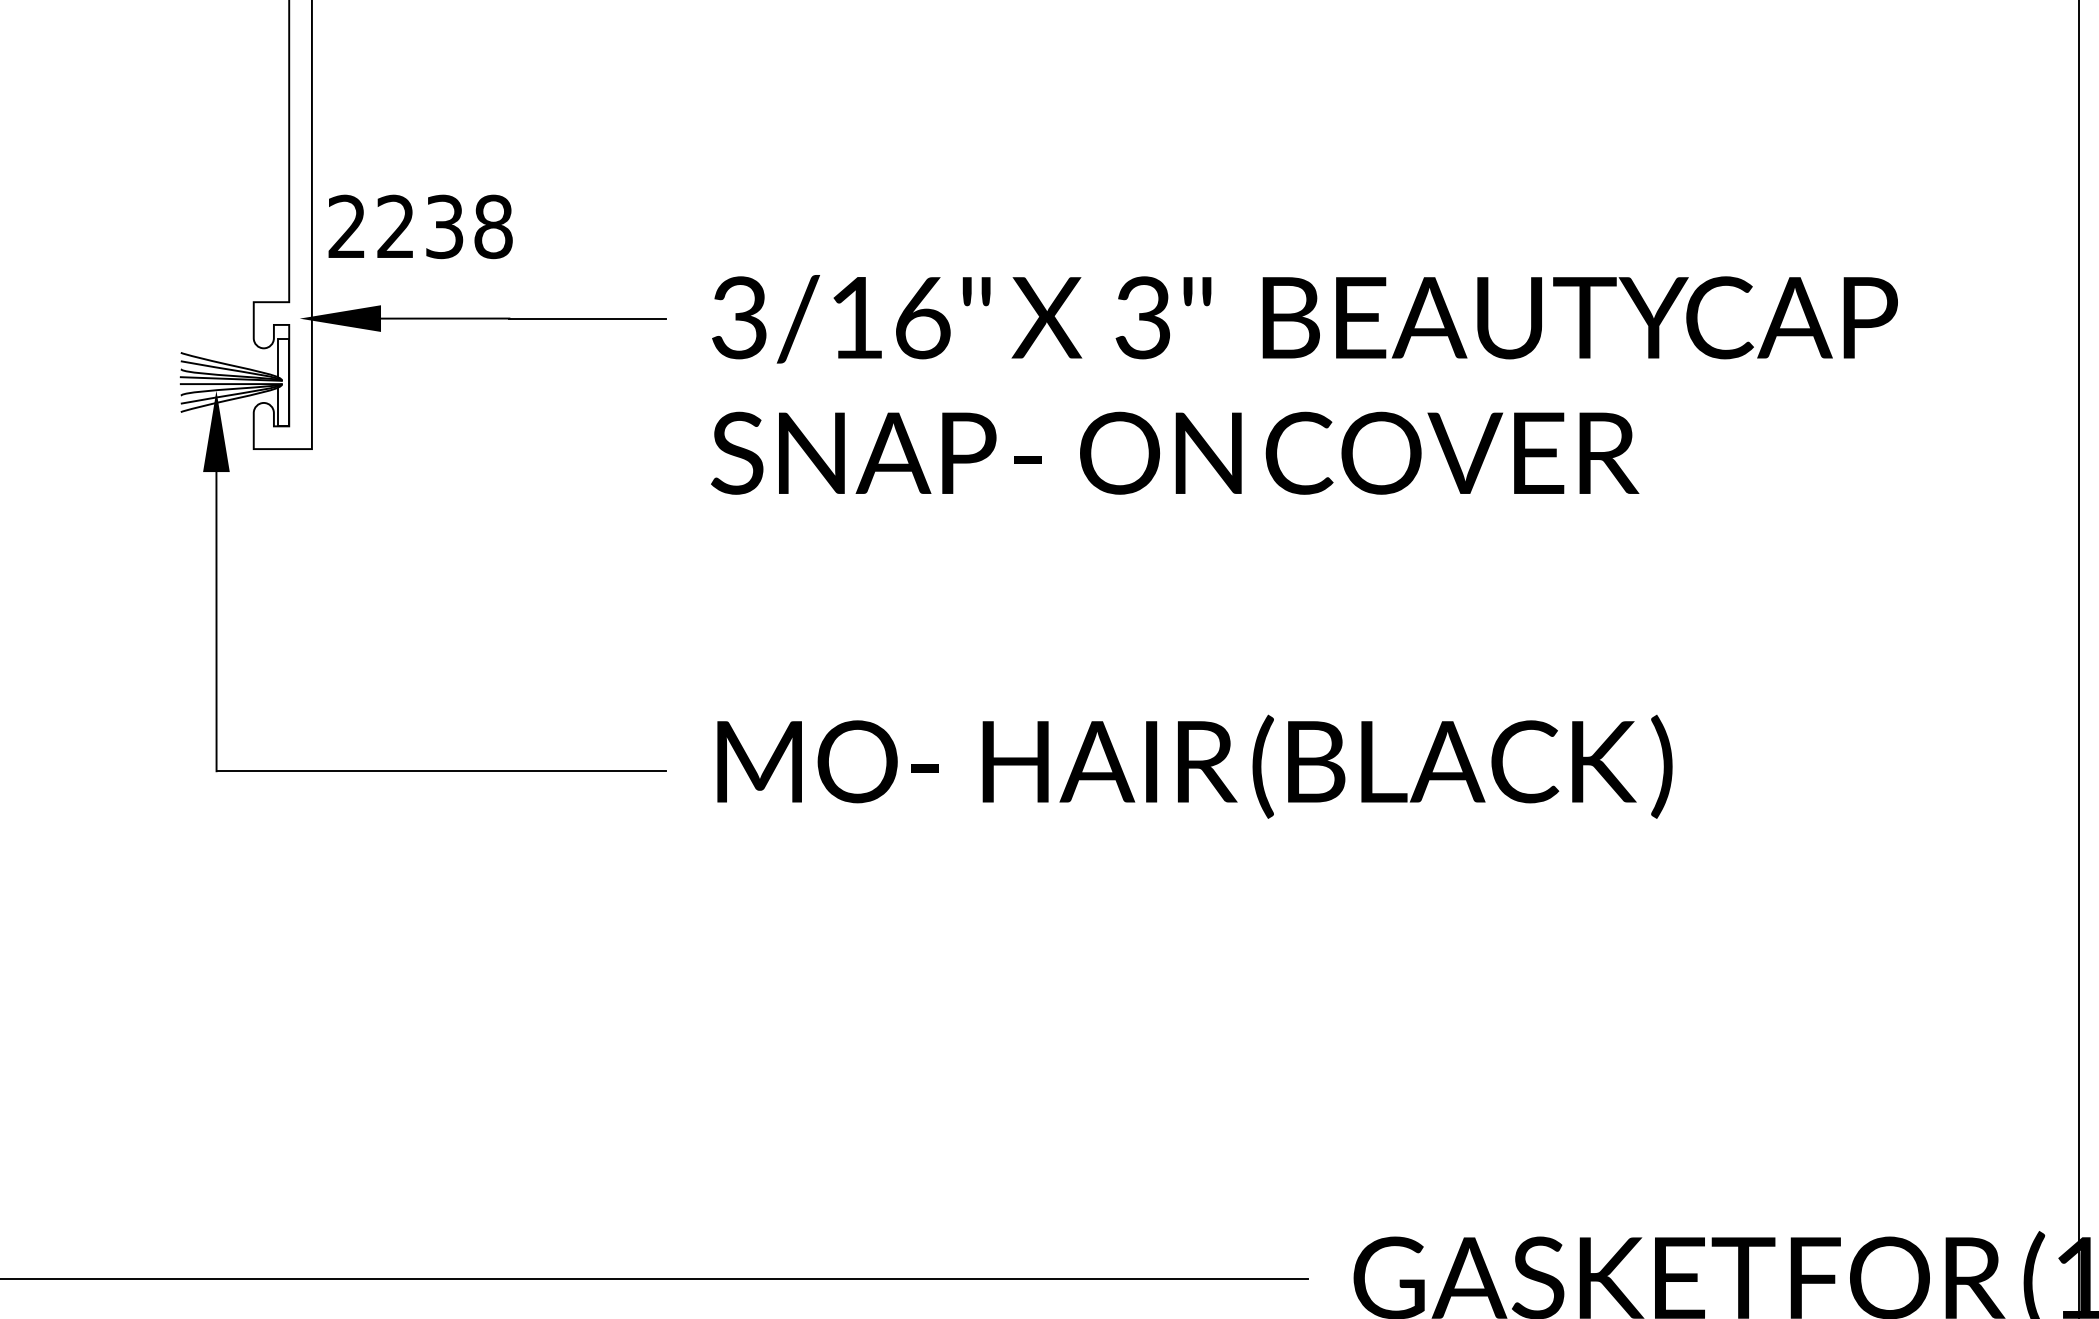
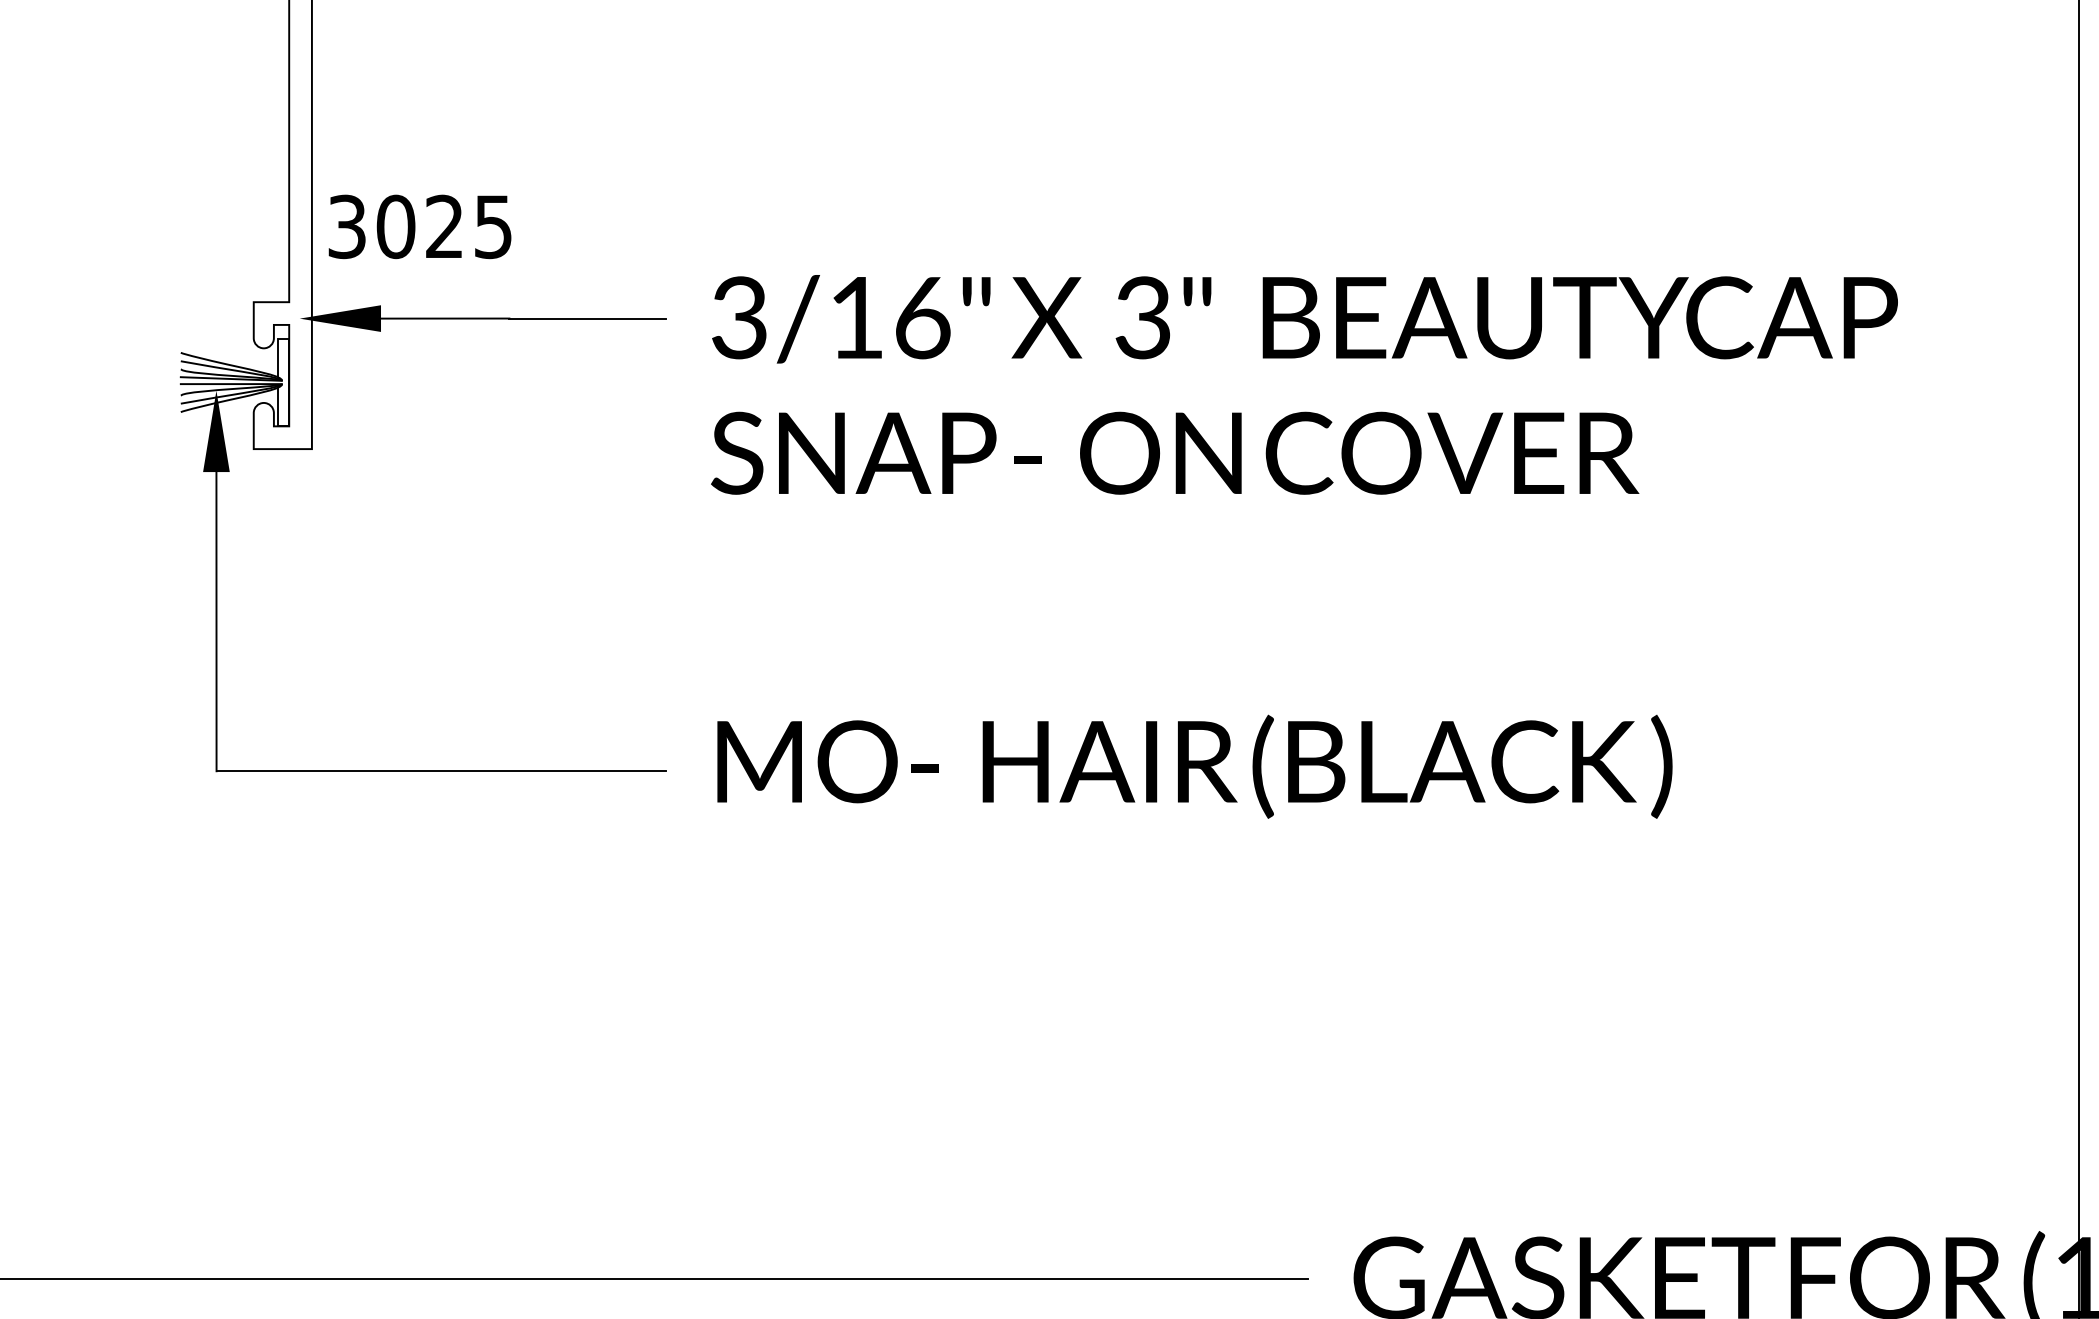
text at (420, 226): 2238 -> 3025
